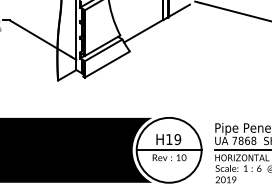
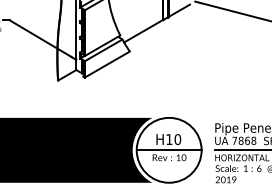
text at (177, 139): H19 -> H10
